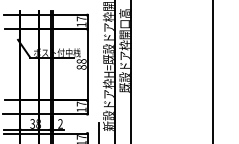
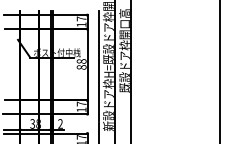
line at (98, 65): none -> present
line at (212, 71) position: (212, 71) -> (219, 71)
